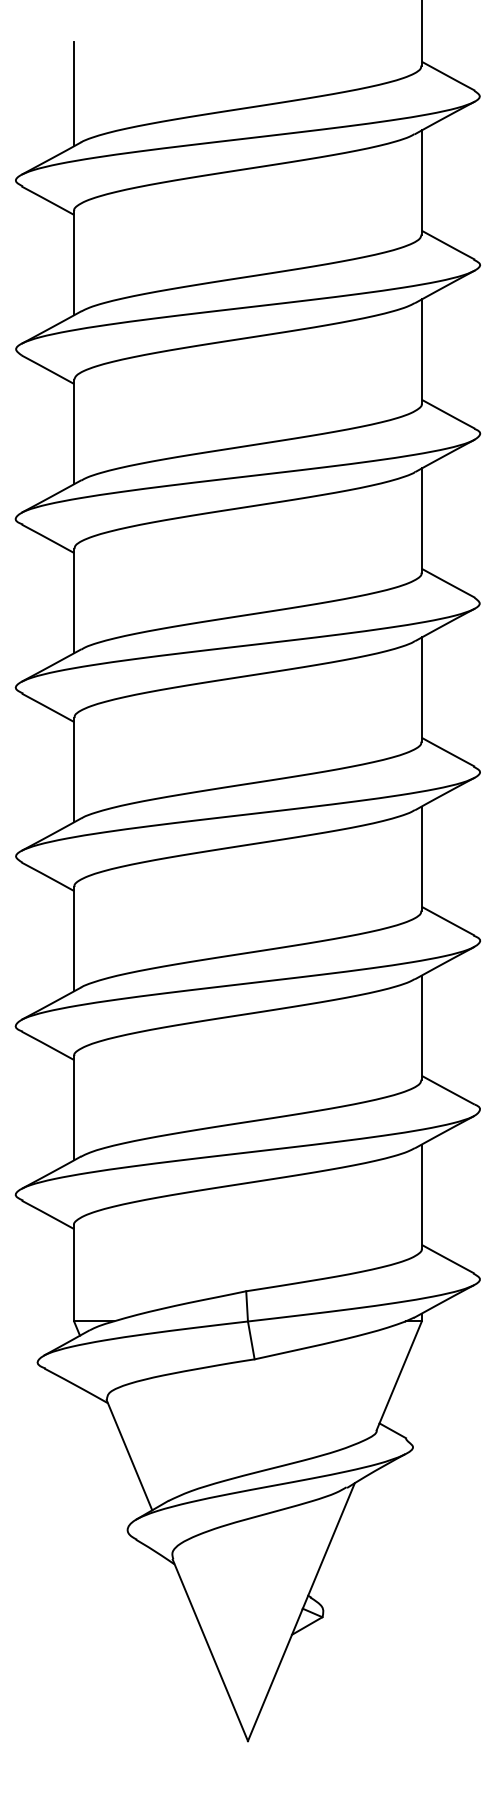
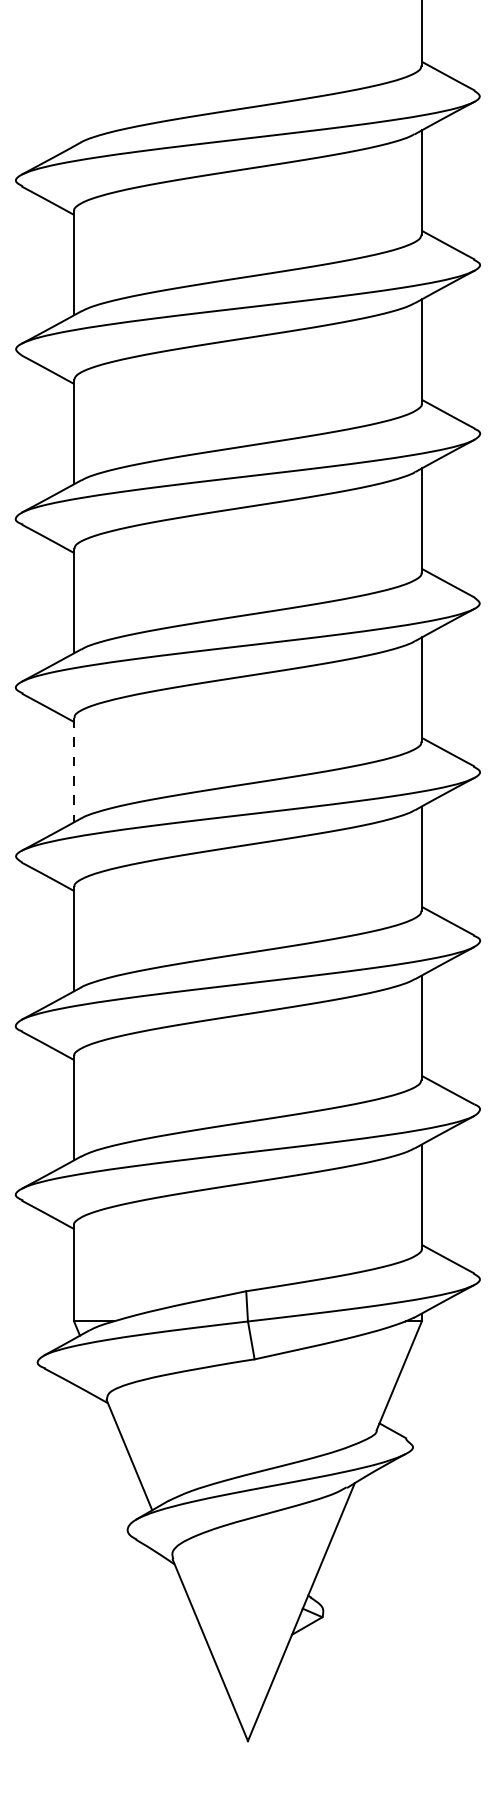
line at (74, 94): present -> none
line at (74, 770): solid -> dashed
